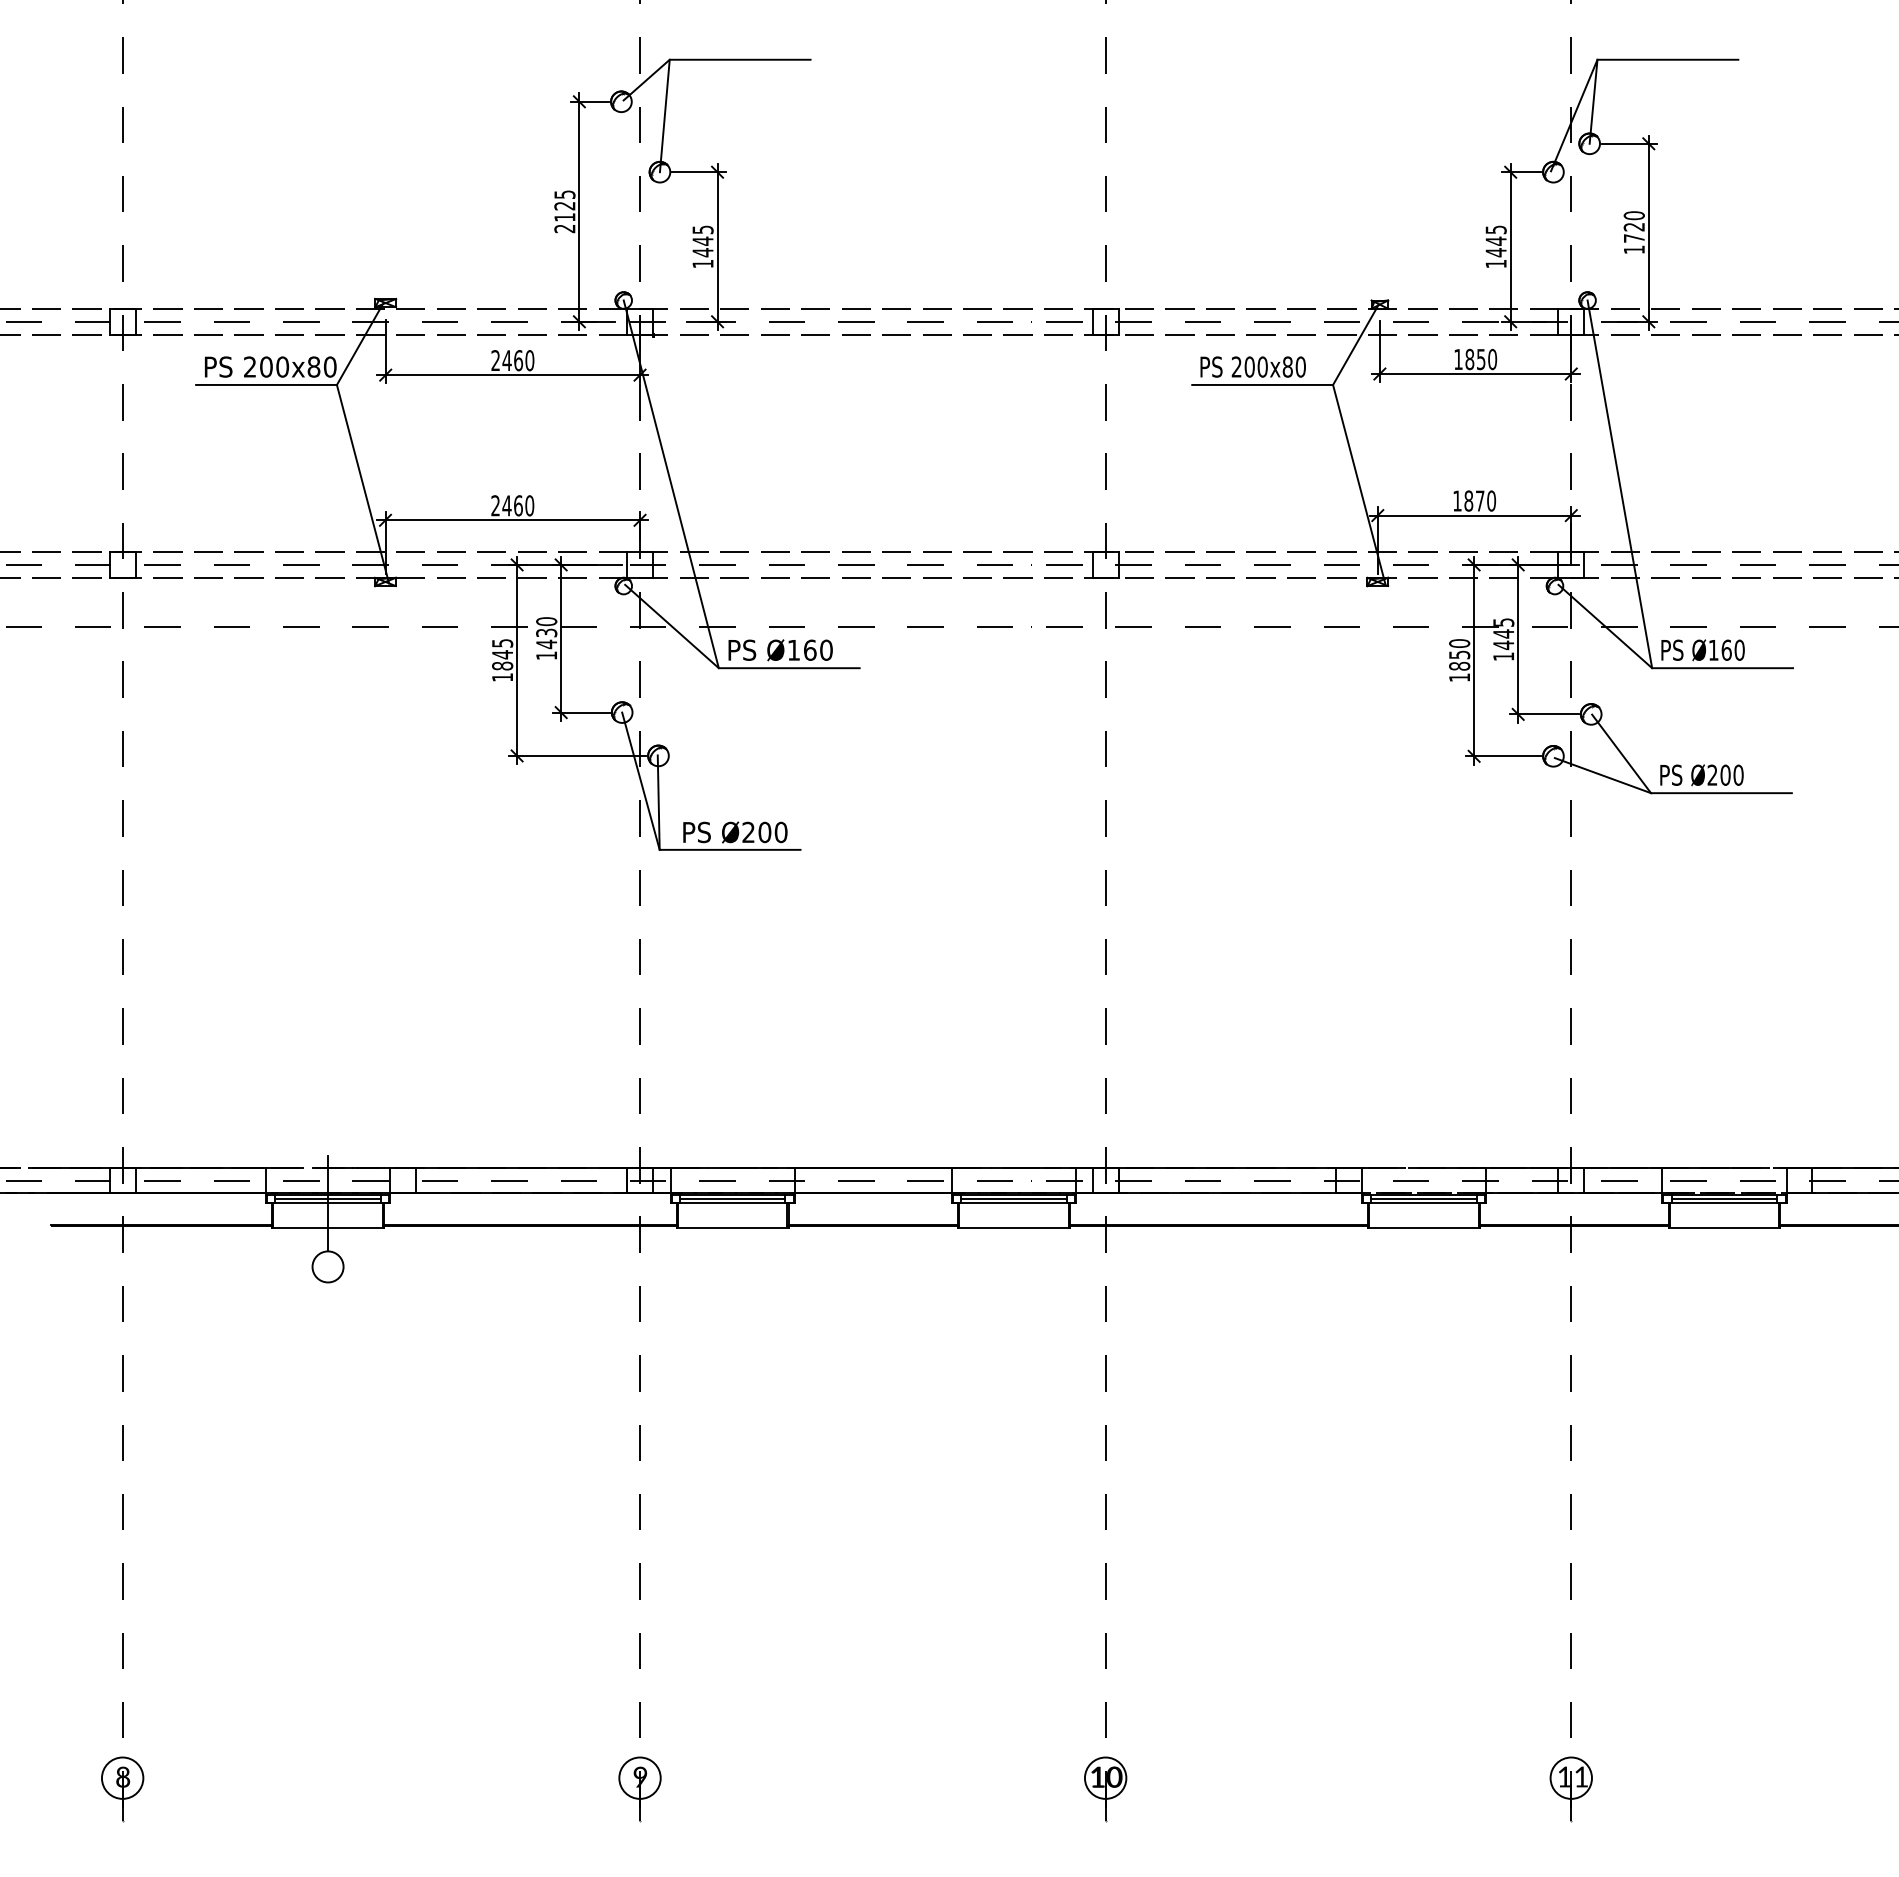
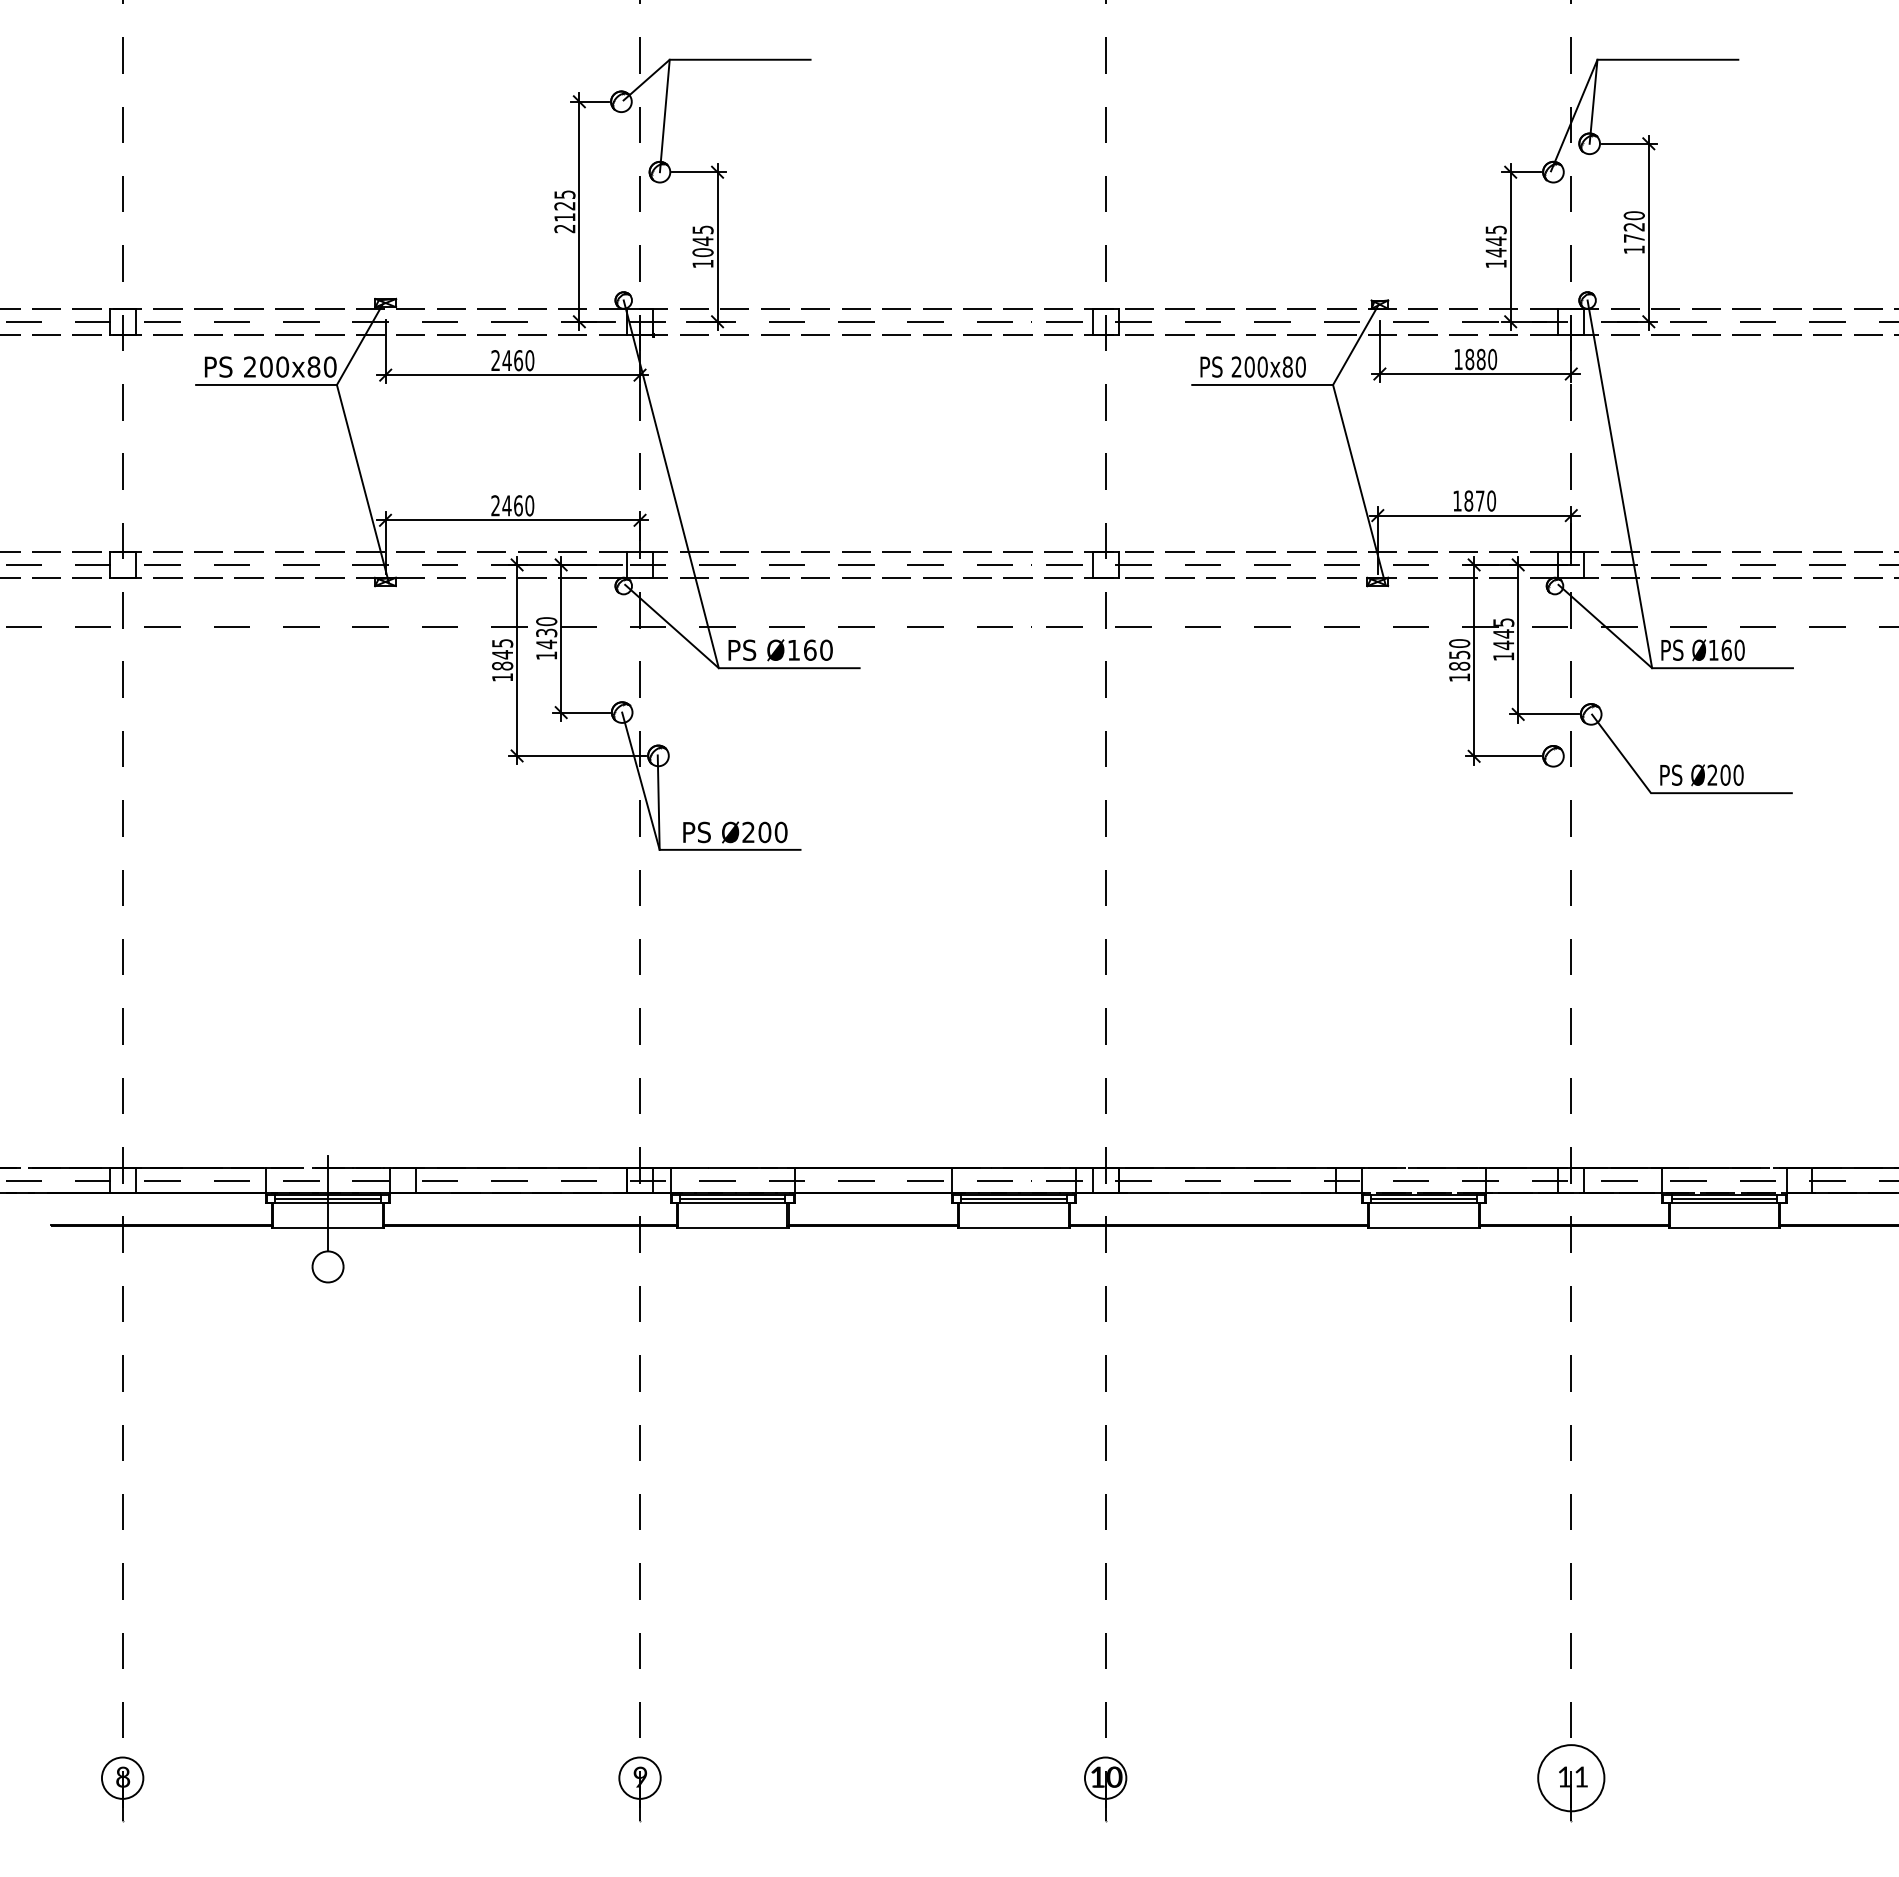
text at (702, 252): 1445 -> 1045
text at (1480, 359): 1850 -> 1880
line at (1602, 775): present -> none
circle at (1570, 1777) diameter: 41 px -> 66 px
